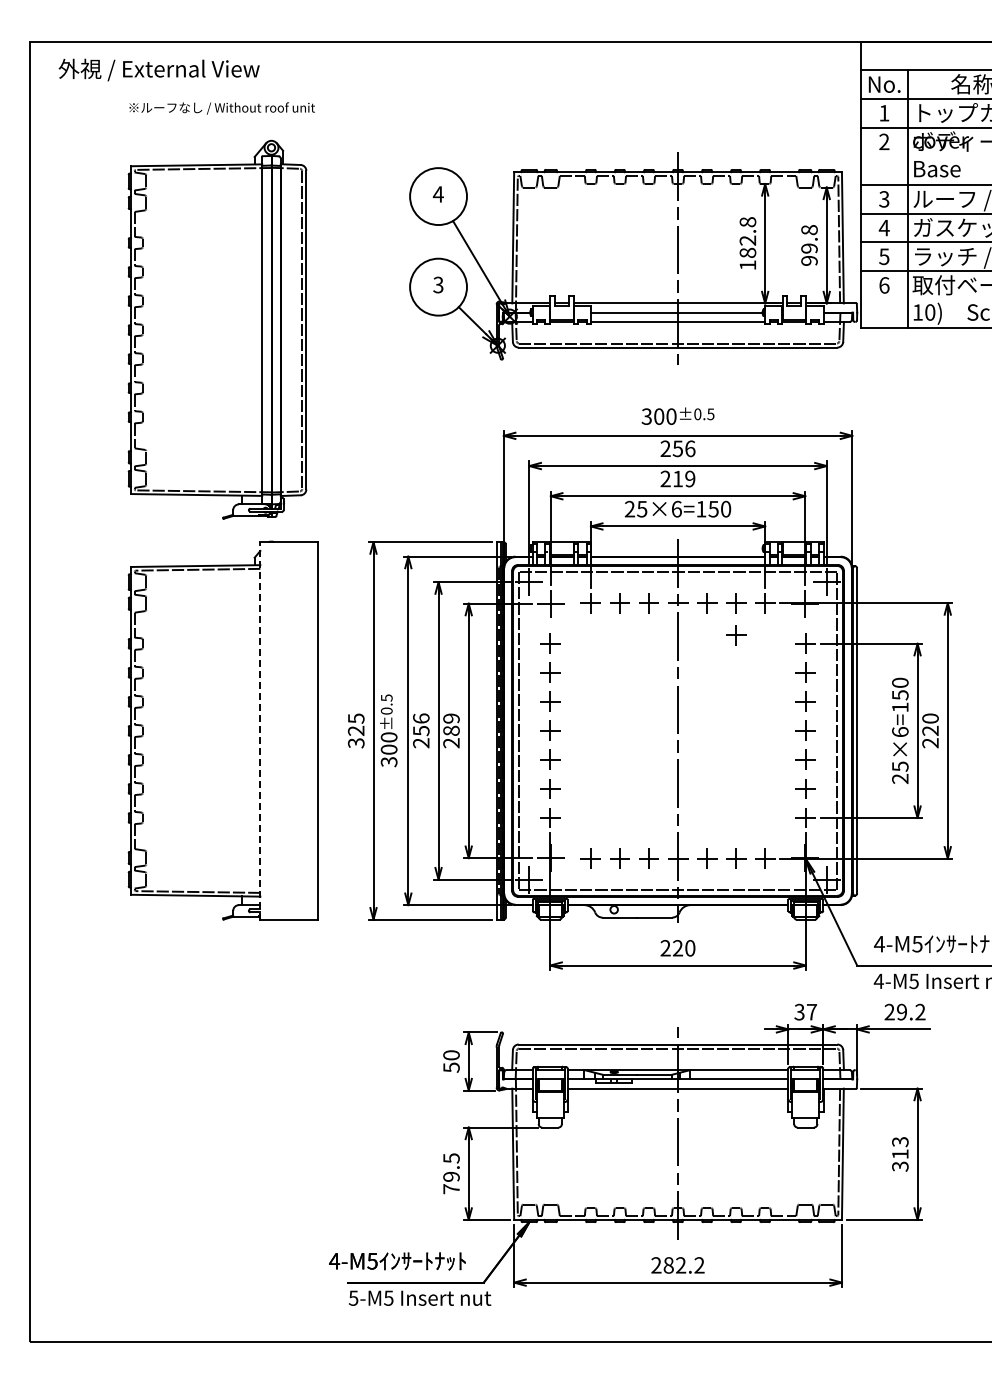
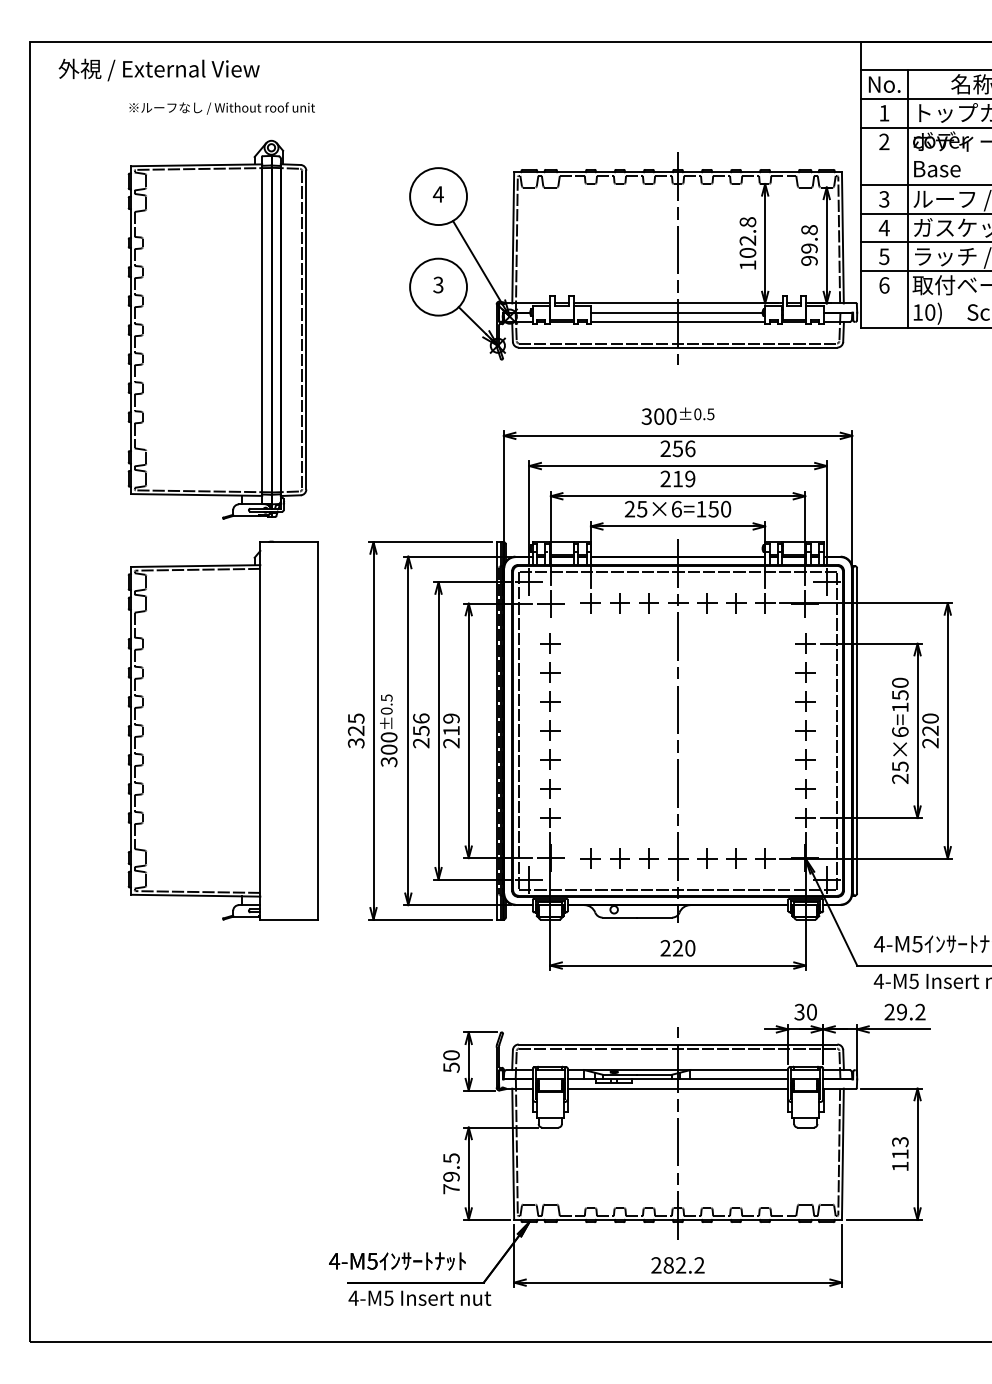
text at (748, 252): 182.8 -> 102.8
part at (736, 635): present -> none
line at (260, 730): dashed -> solid
text at (451, 730): 289 -> 219
text at (812, 1011): 37 -> 30
text at (900, 1166): 313 -> 113
text at (353, 1297): 5-M5 -> 4-M5
